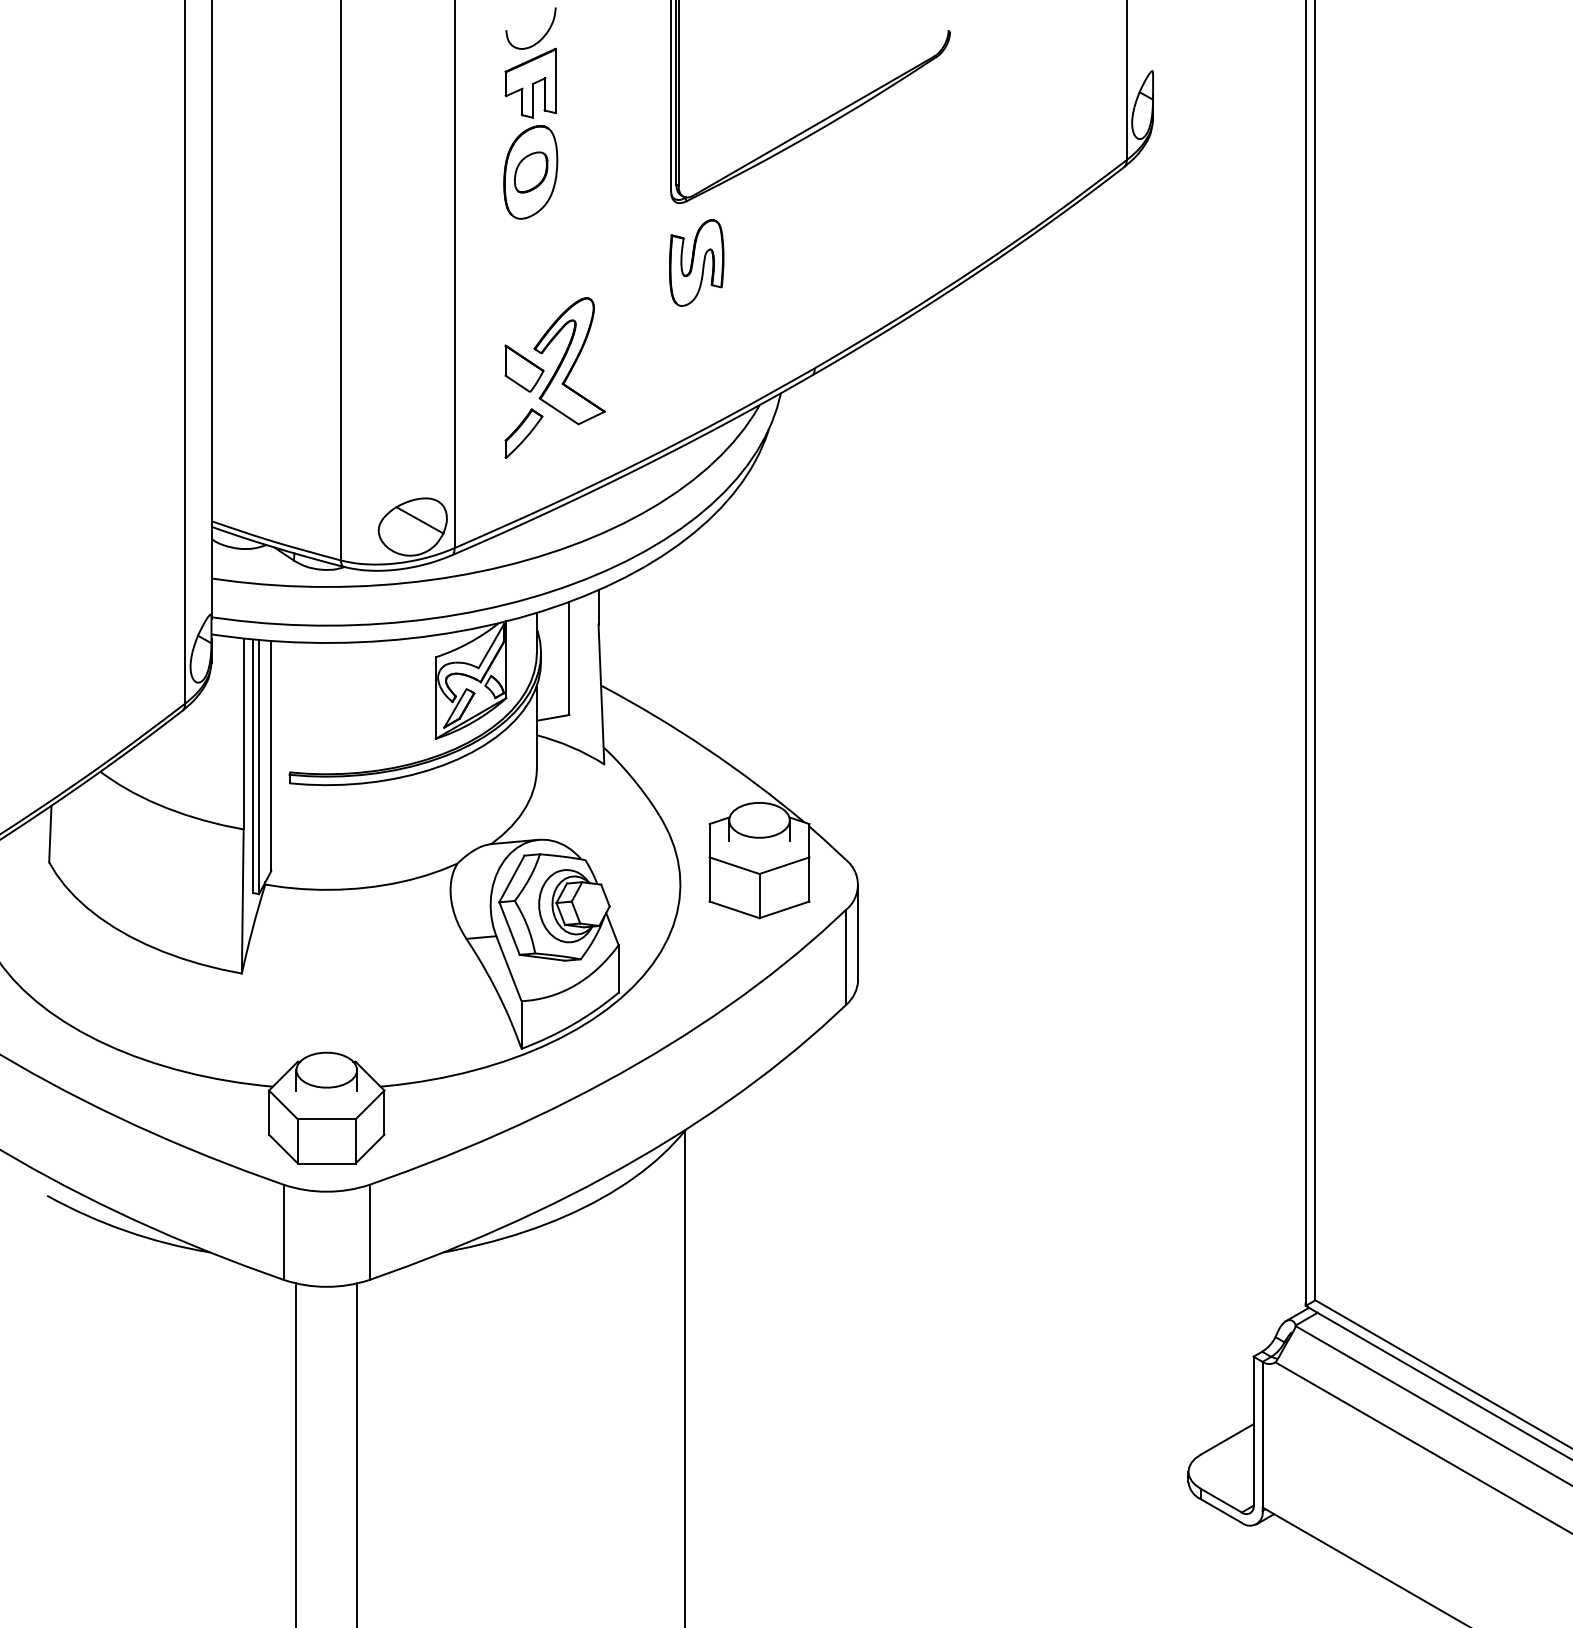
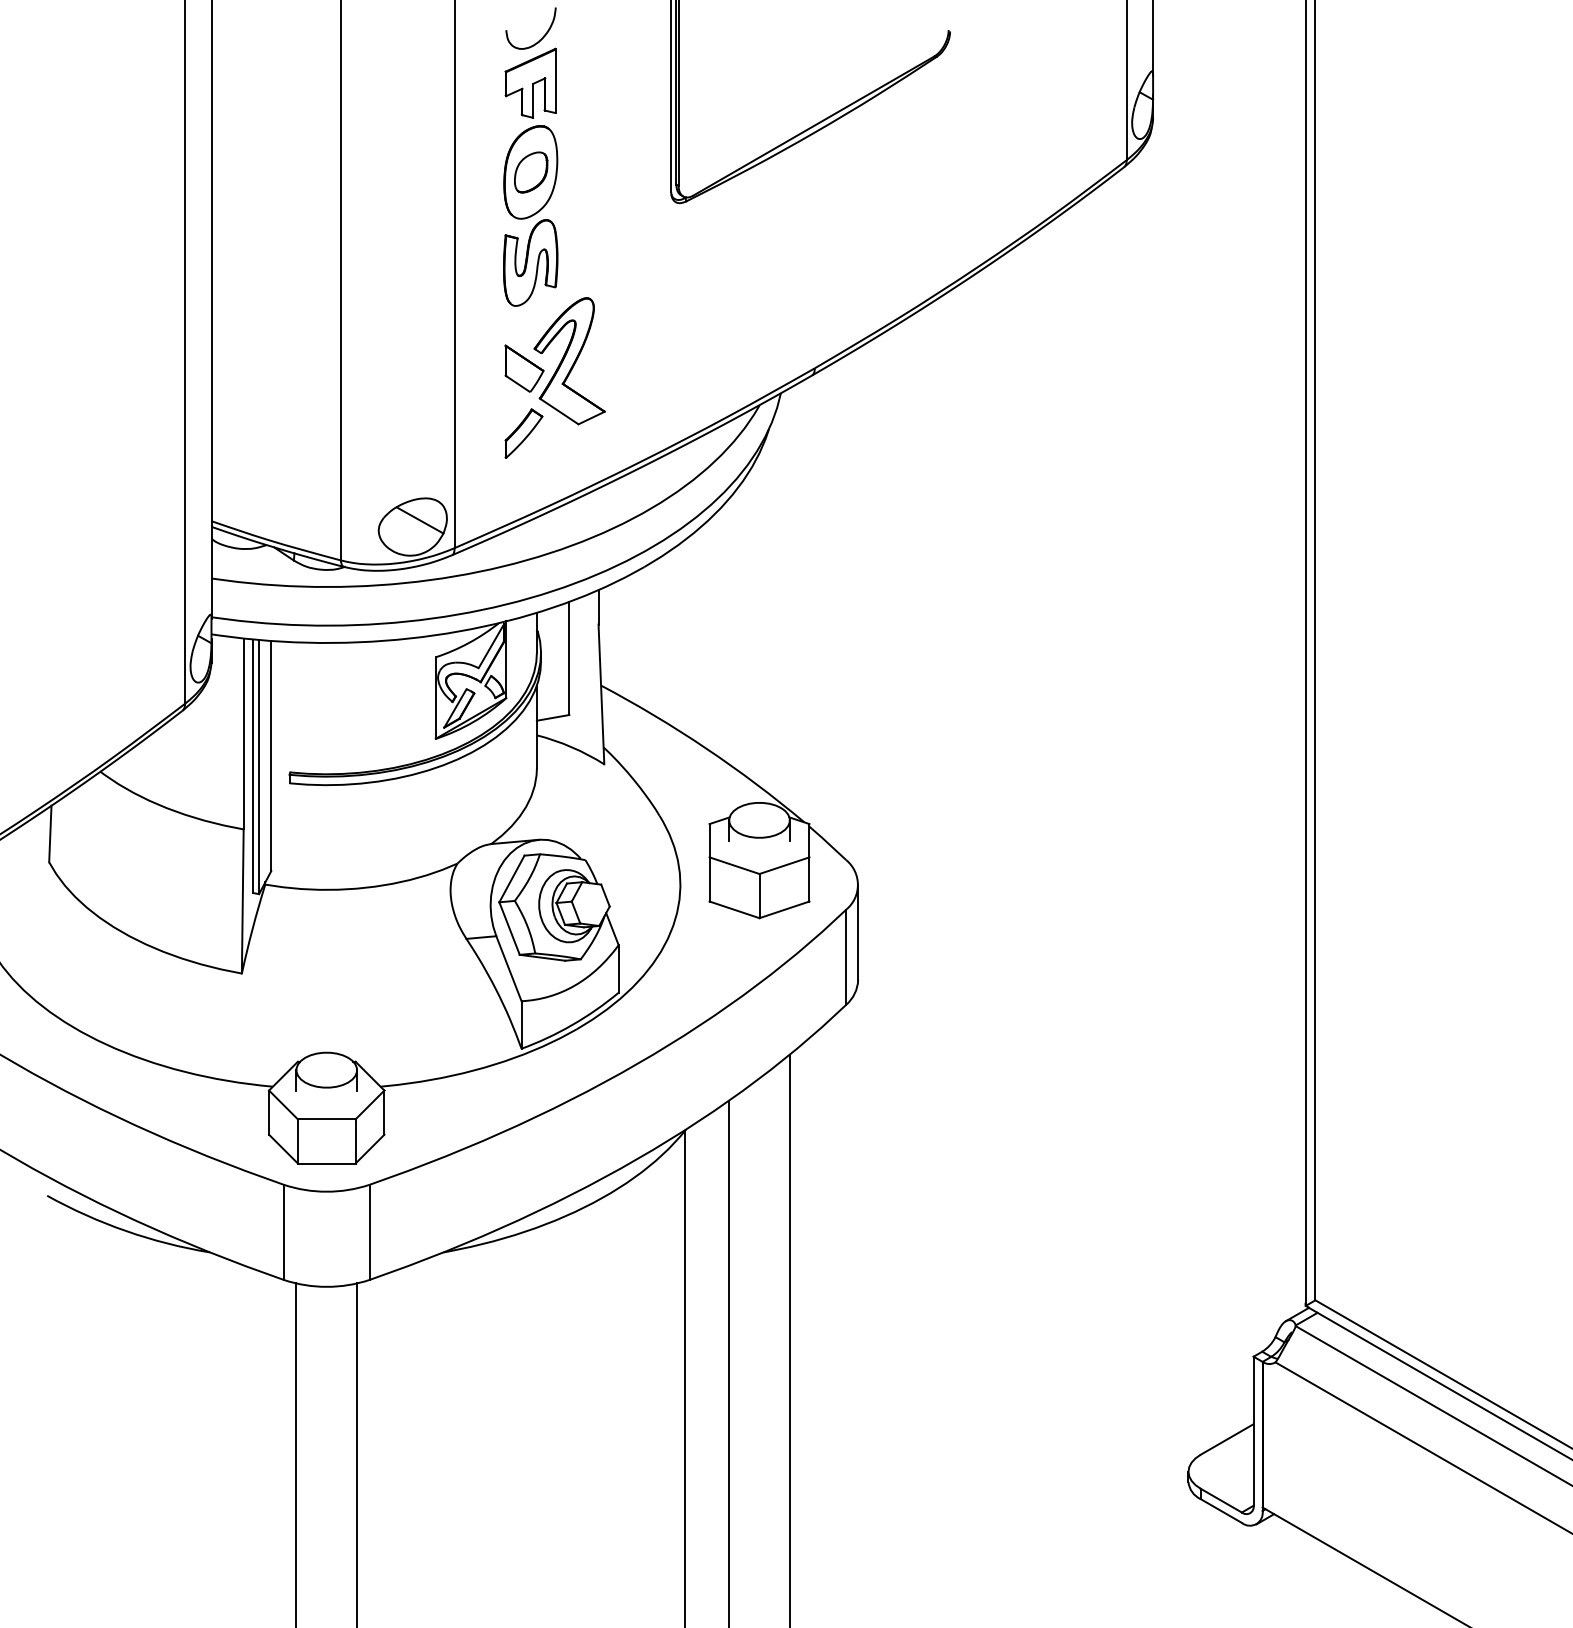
line at (1153, 38): none -> present
part at (696, 262) position: (696, 262) -> (530, 262)
line at (789, 1339): none -> present
line at (729, 1362): none -> present
